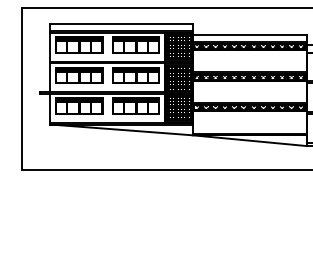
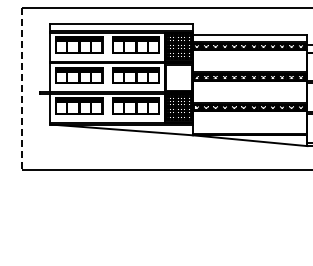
hatch at (178, 77): present -> none
line at (22, 89): solid -> dashed
